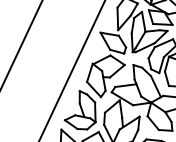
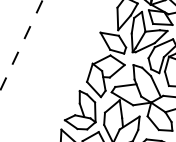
line at (21, 45): solid -> dashed
line at (72, 70): present -> none
